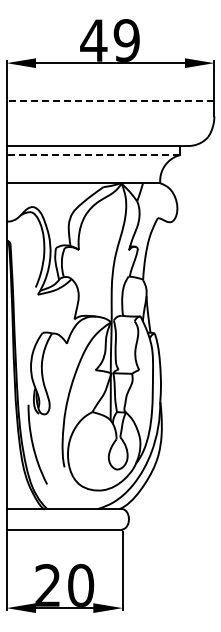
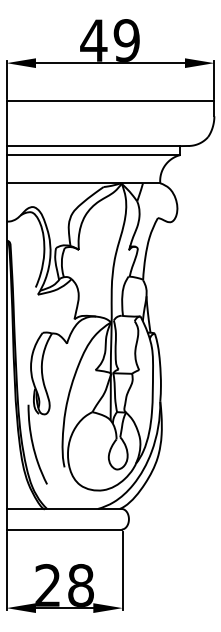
line at (110, 101): dashed -> solid
line at (93, 155): dashed -> solid
text at (81, 585): 20 -> 28
